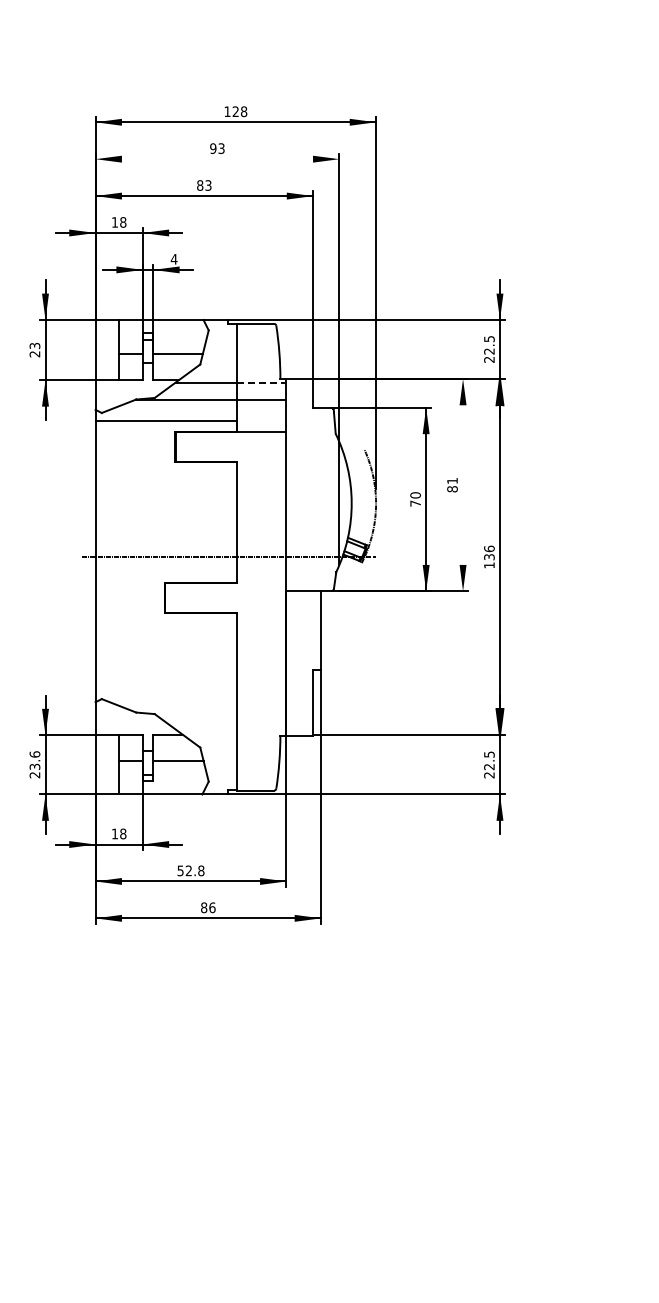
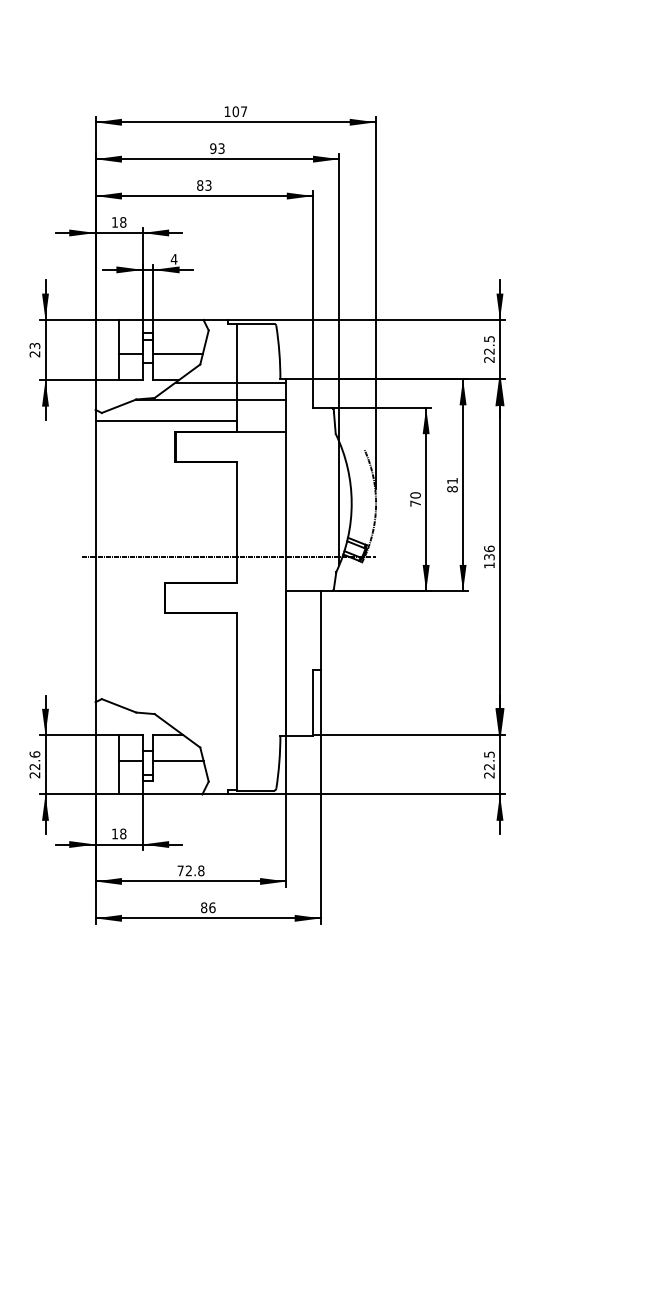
text at (239, 111): 128 -> 107
line at (217, 159): none -> present
line at (262, 383): dashed -> solid
line at (463, 484): none -> present
text at (35, 766): 23.6 -> 22.6
text at (180, 870): 52.8 -> 72.8
